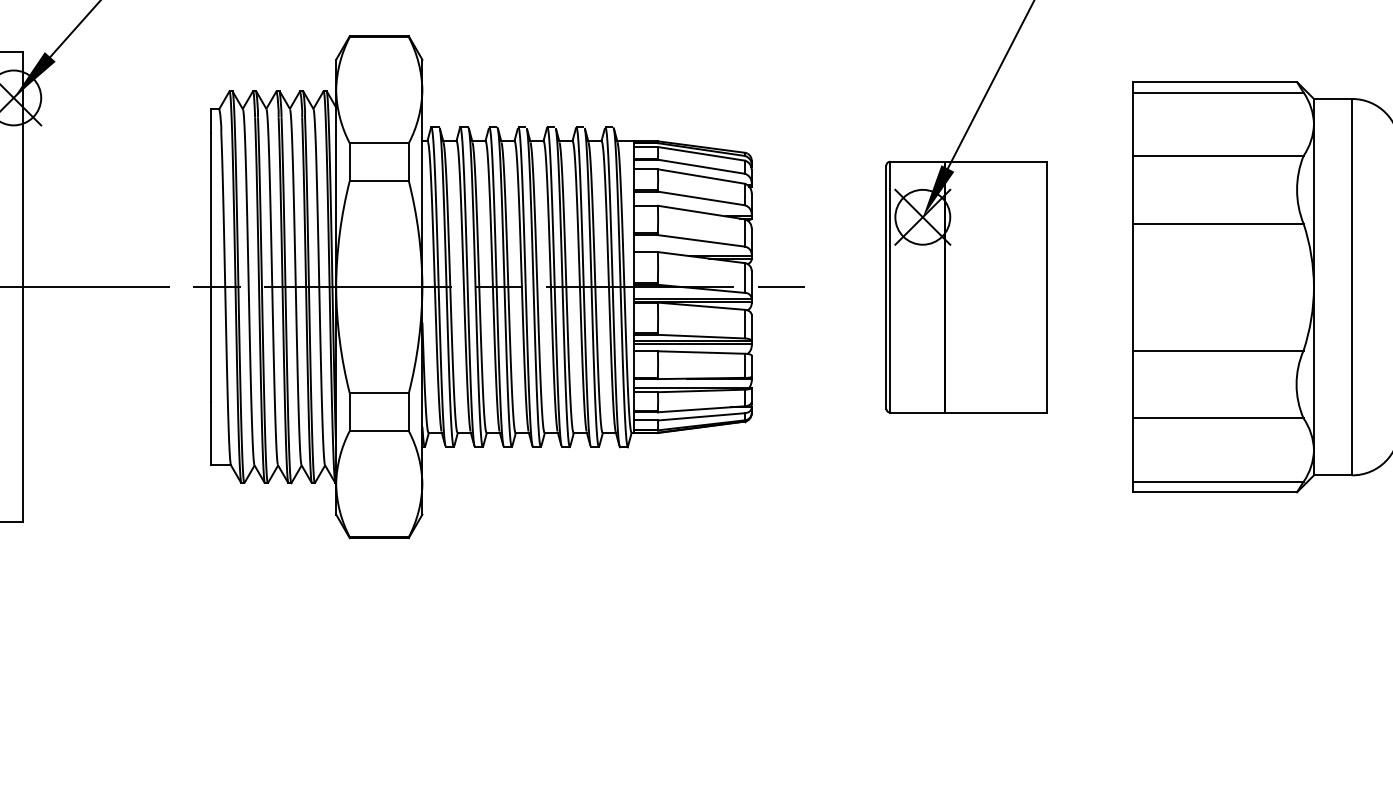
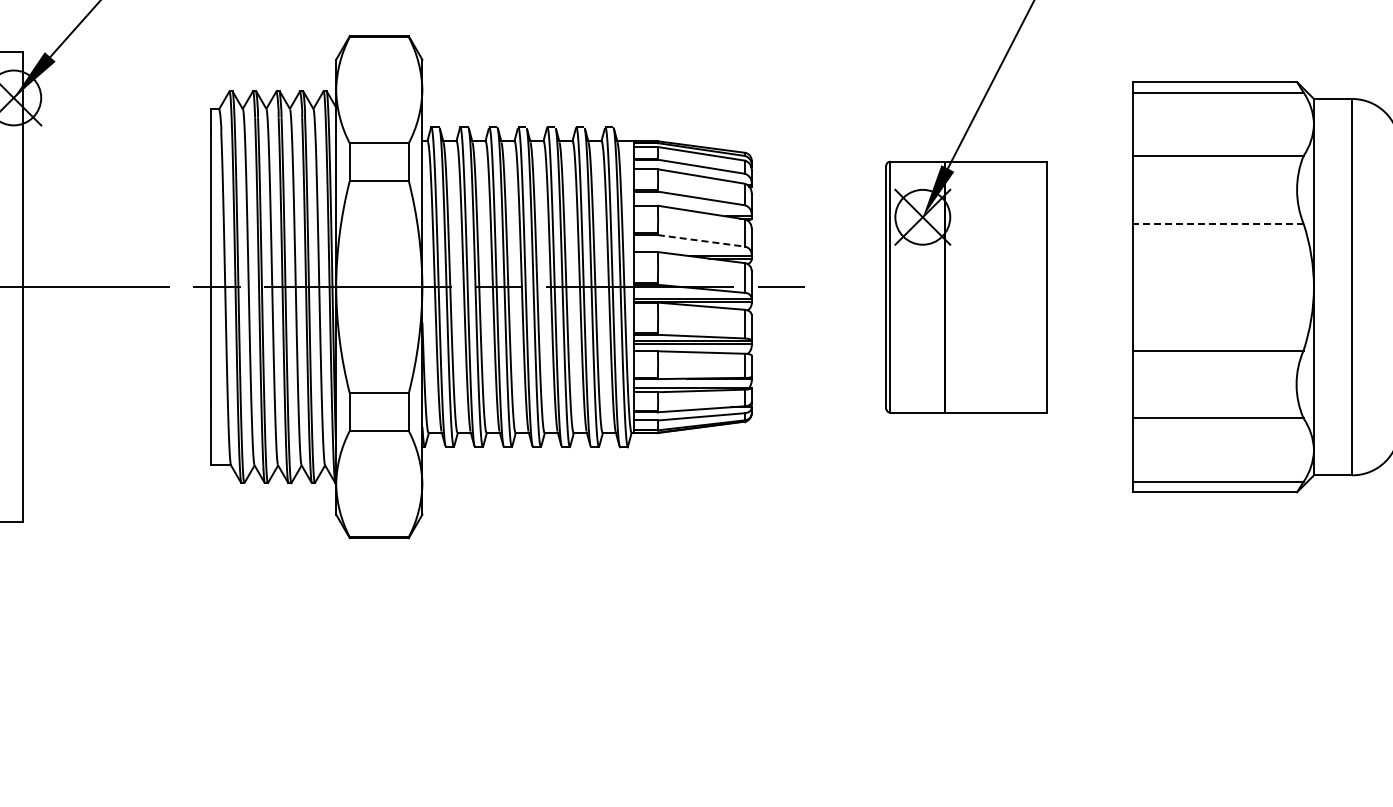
line at (1217, 223): solid -> dashed
line at (701, 240): solid -> dashed
